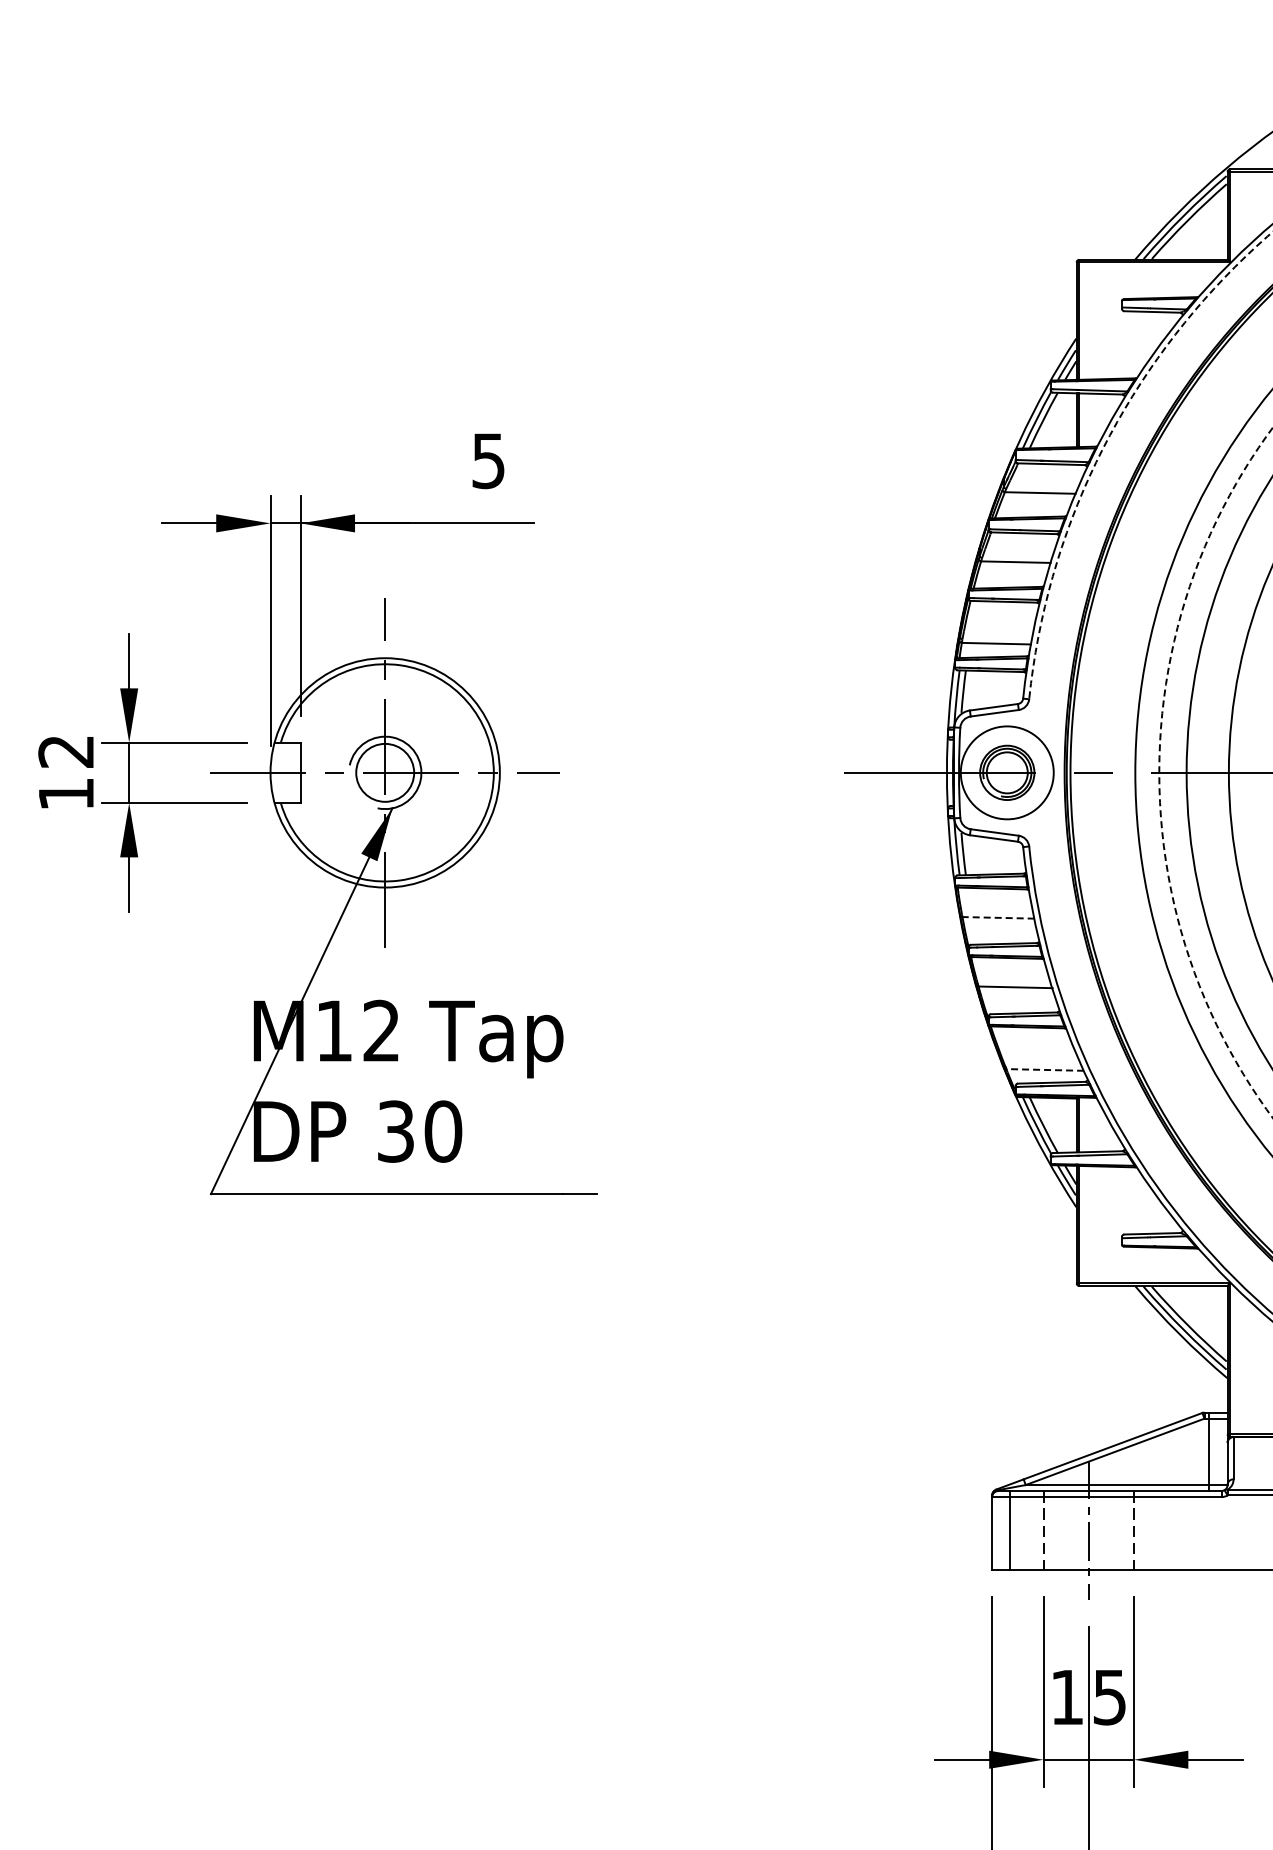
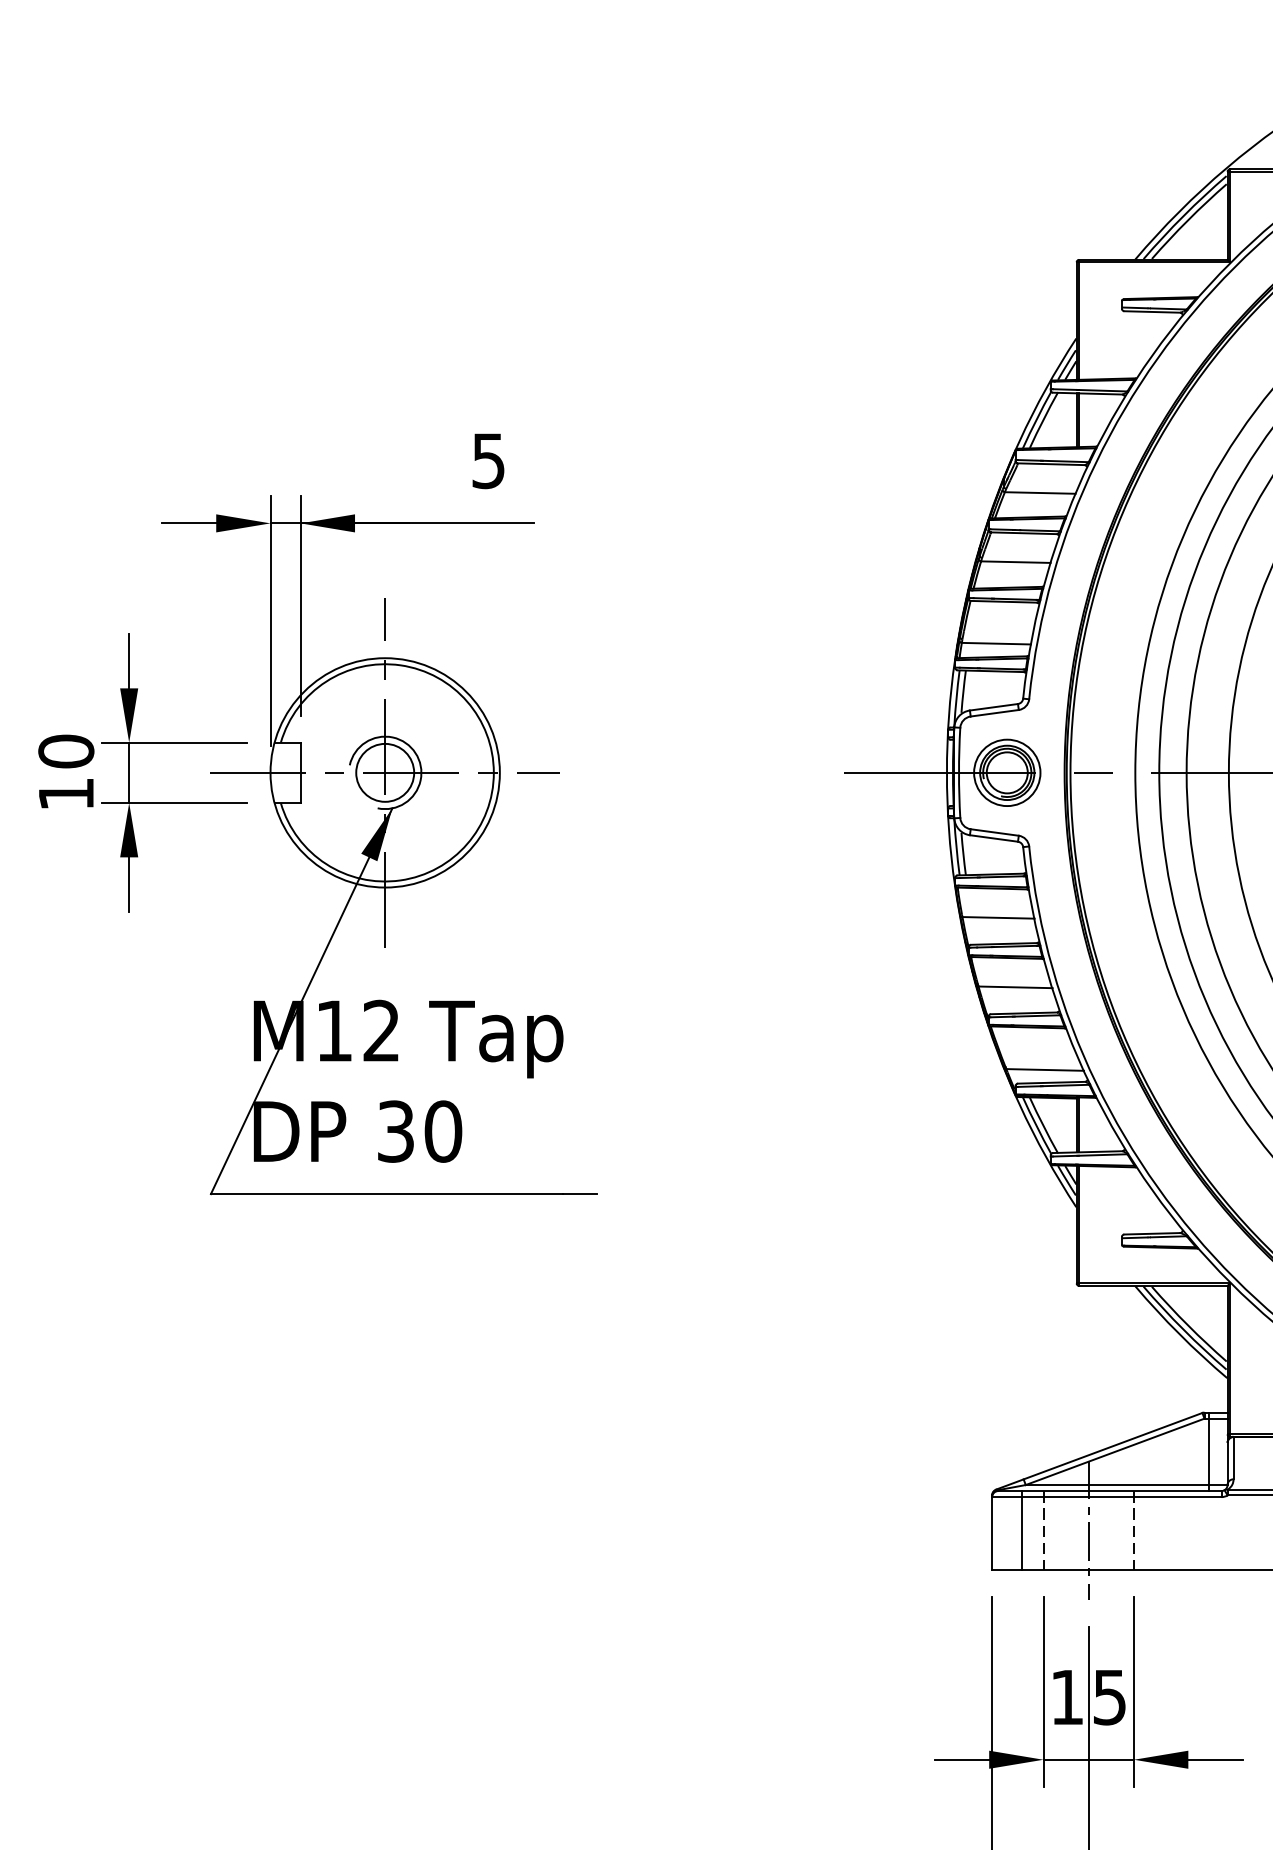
arc at (1106, 442): dashed -> solid
text at (66, 751): 12 -> 10
circle at (1006, 772) diameter: 93 px -> 66 px
circle at (1215, 772): dashed -> solid
line at (998, 917): dashed -> solid
line at (1045, 1069): dashed -> solid
line at (1010, 1530) position: (1010, 1530) -> (1022, 1530)
